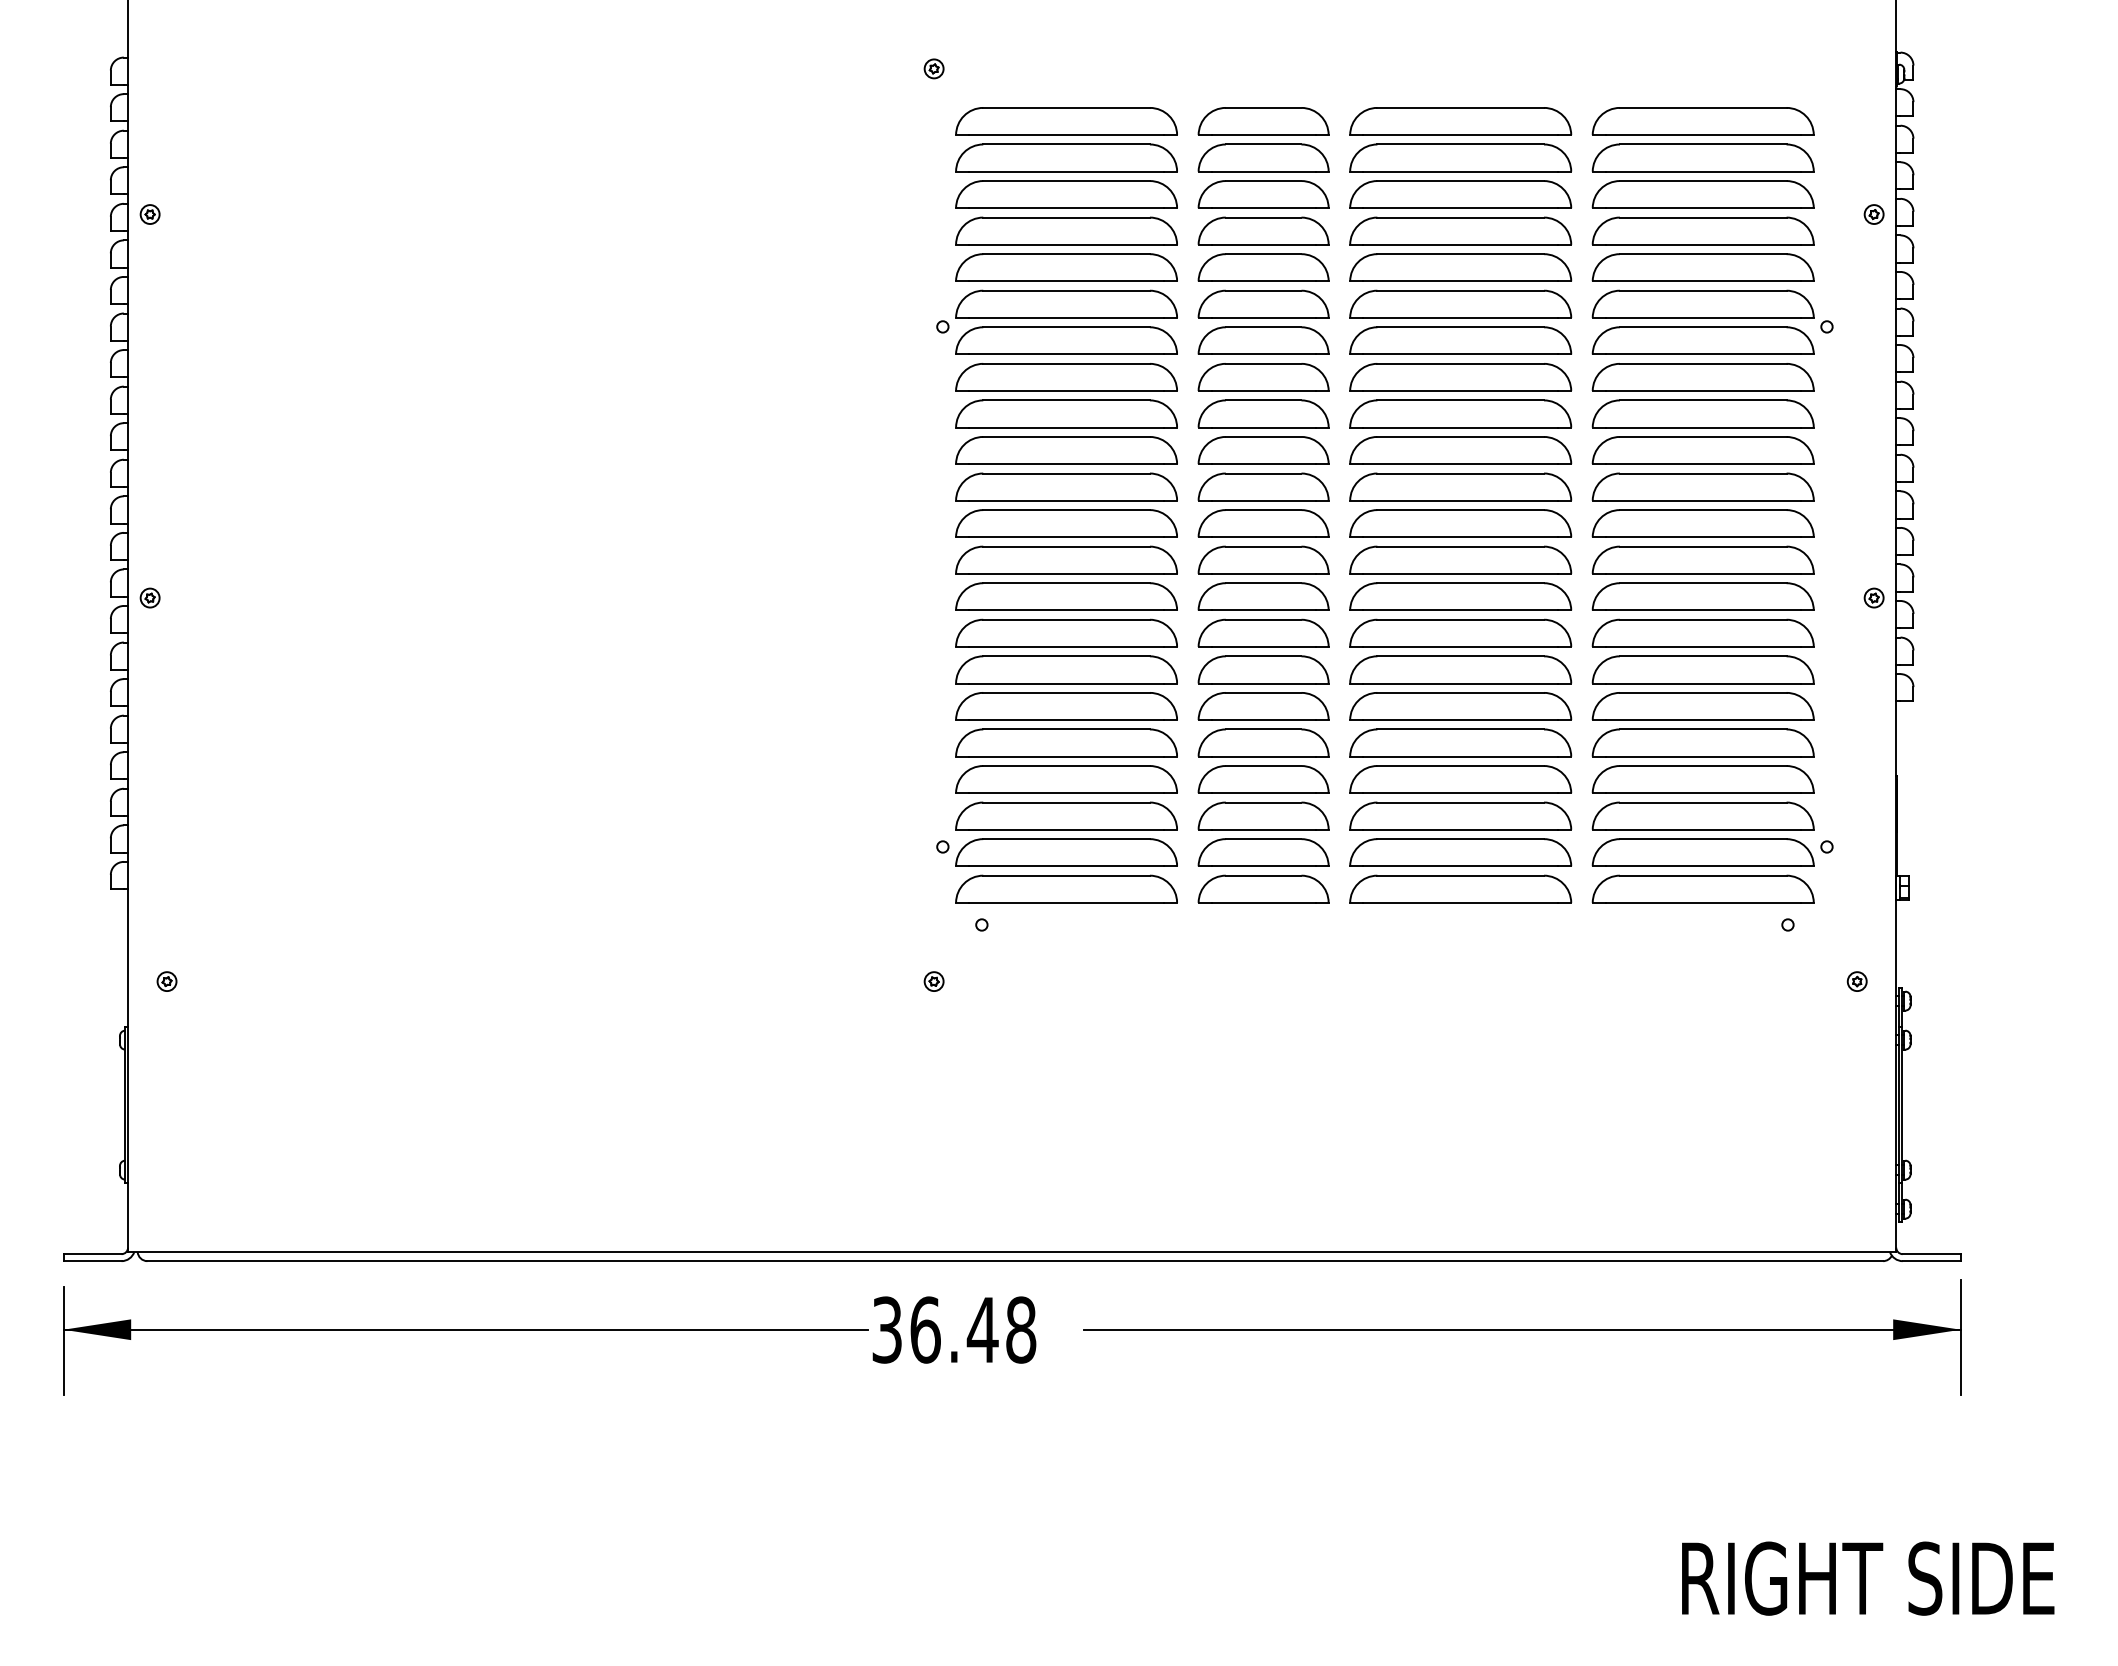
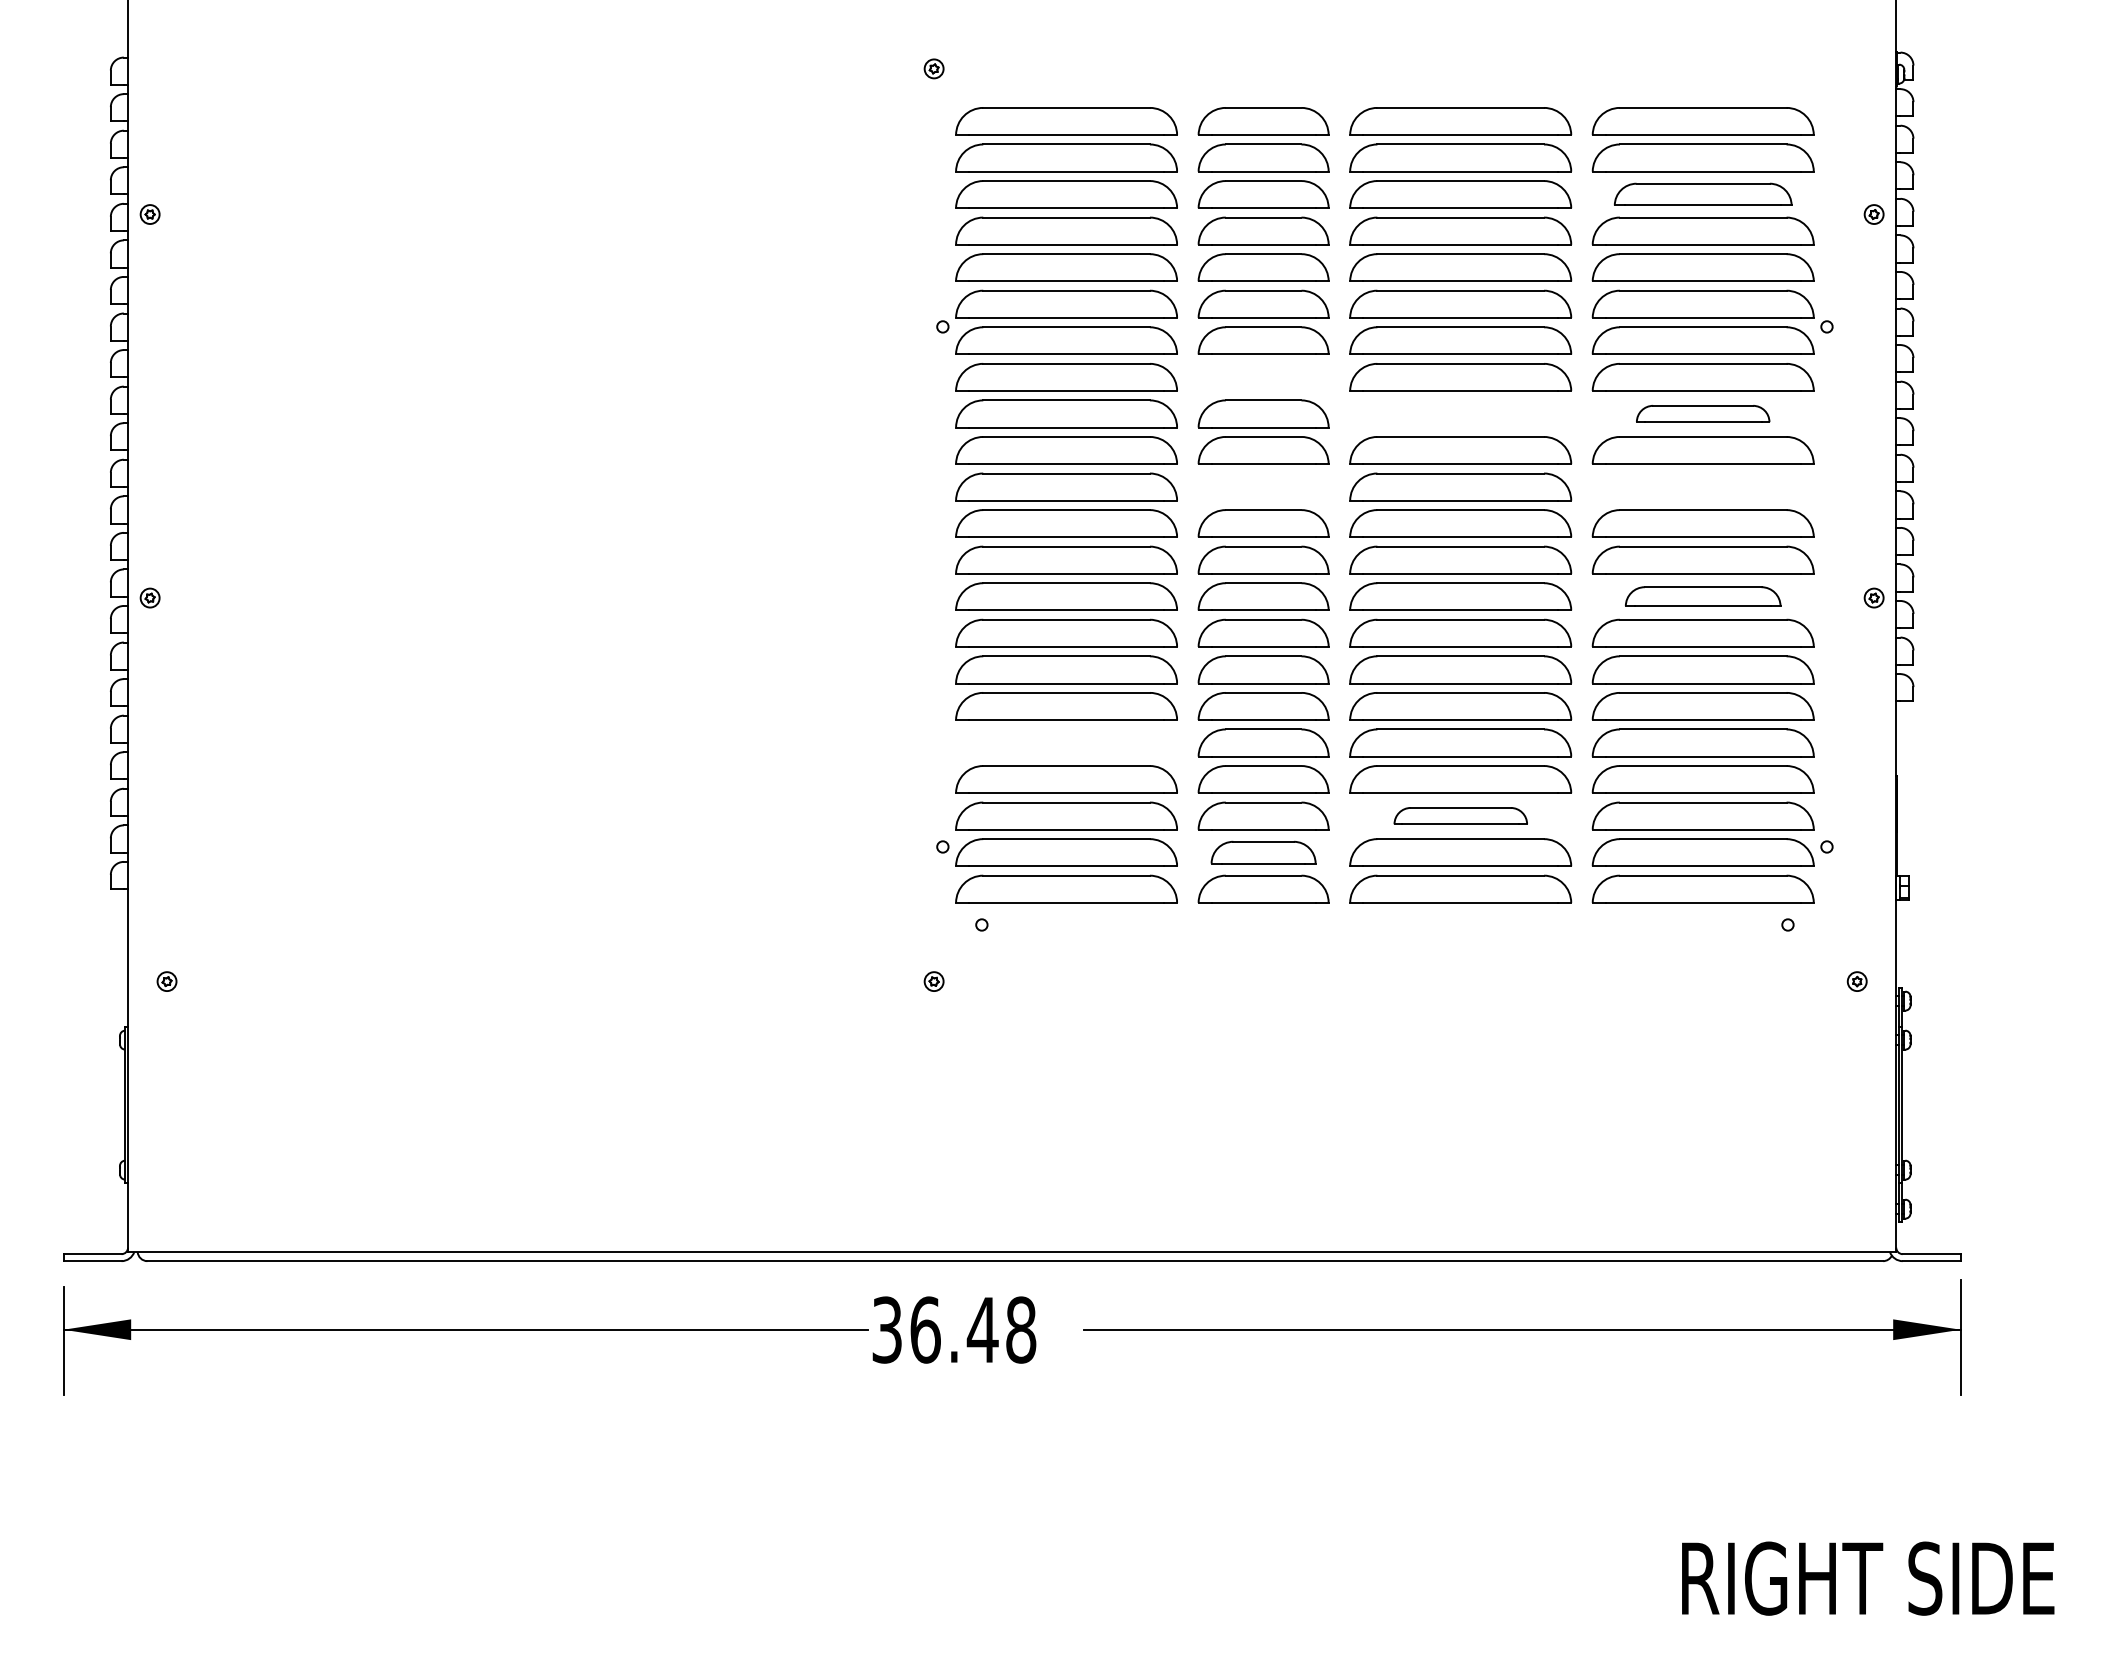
part at (1702, 194) size: 224x29 px -> 180x24 px
part at (1263, 377): present -> none
part at (1460, 413): present -> none
part at (1702, 413) size: 224x30 px -> 135x18 px
part at (1263, 486): present -> none
part at (1702, 486): present -> none
part at (1702, 596) size: 224x29 px -> 157x21 px
part at (1066, 742): present -> none
part at (1460, 815) size: 224x30 px -> 135x18 px
part at (1263, 852) size: 133x29 px -> 107x25 px
